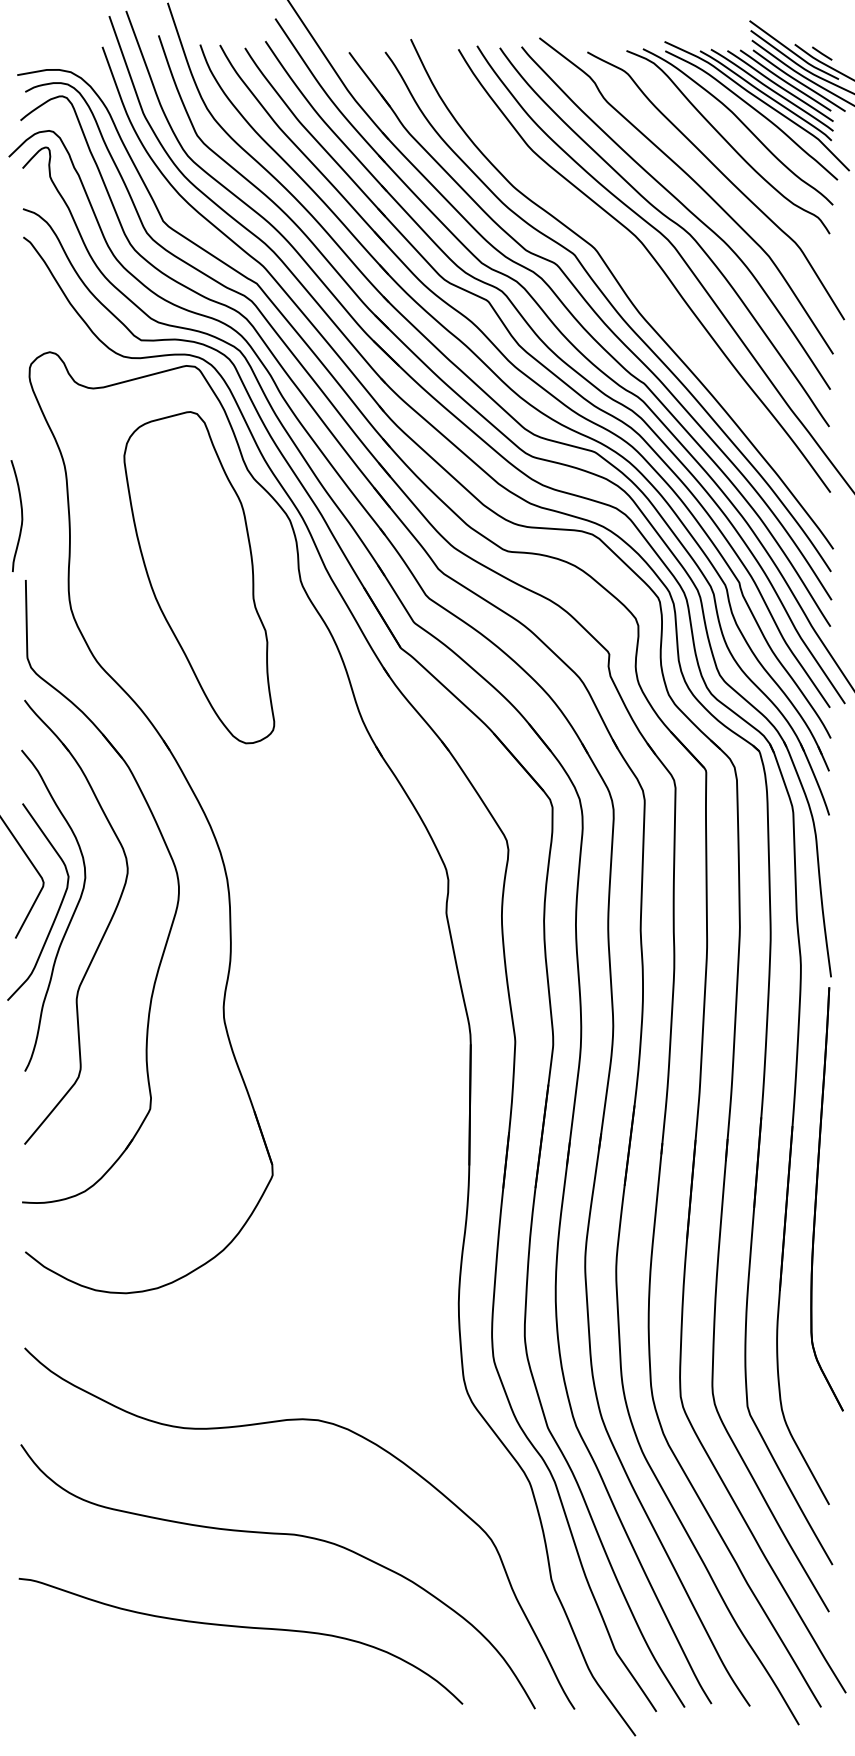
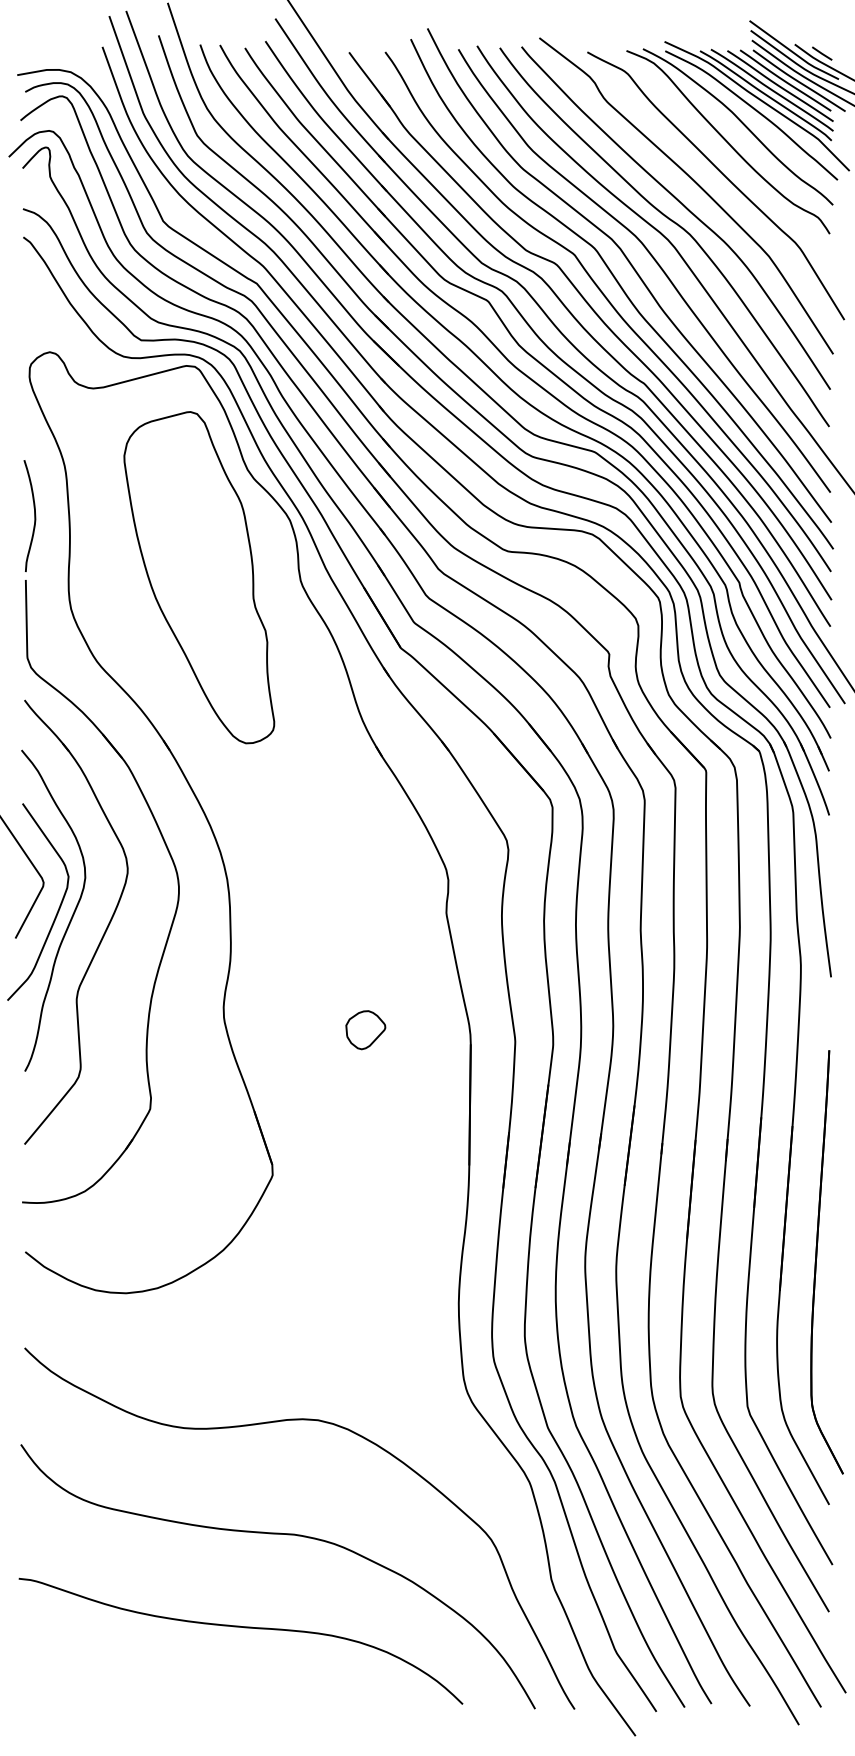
curve at (634, 271): none -> present
curve at (21, 516) position: (21, 516) -> (34, 516)
part at (365, 1030): none -> present
part at (817, 1195) position: (817, 1195) -> (817, 1258)
